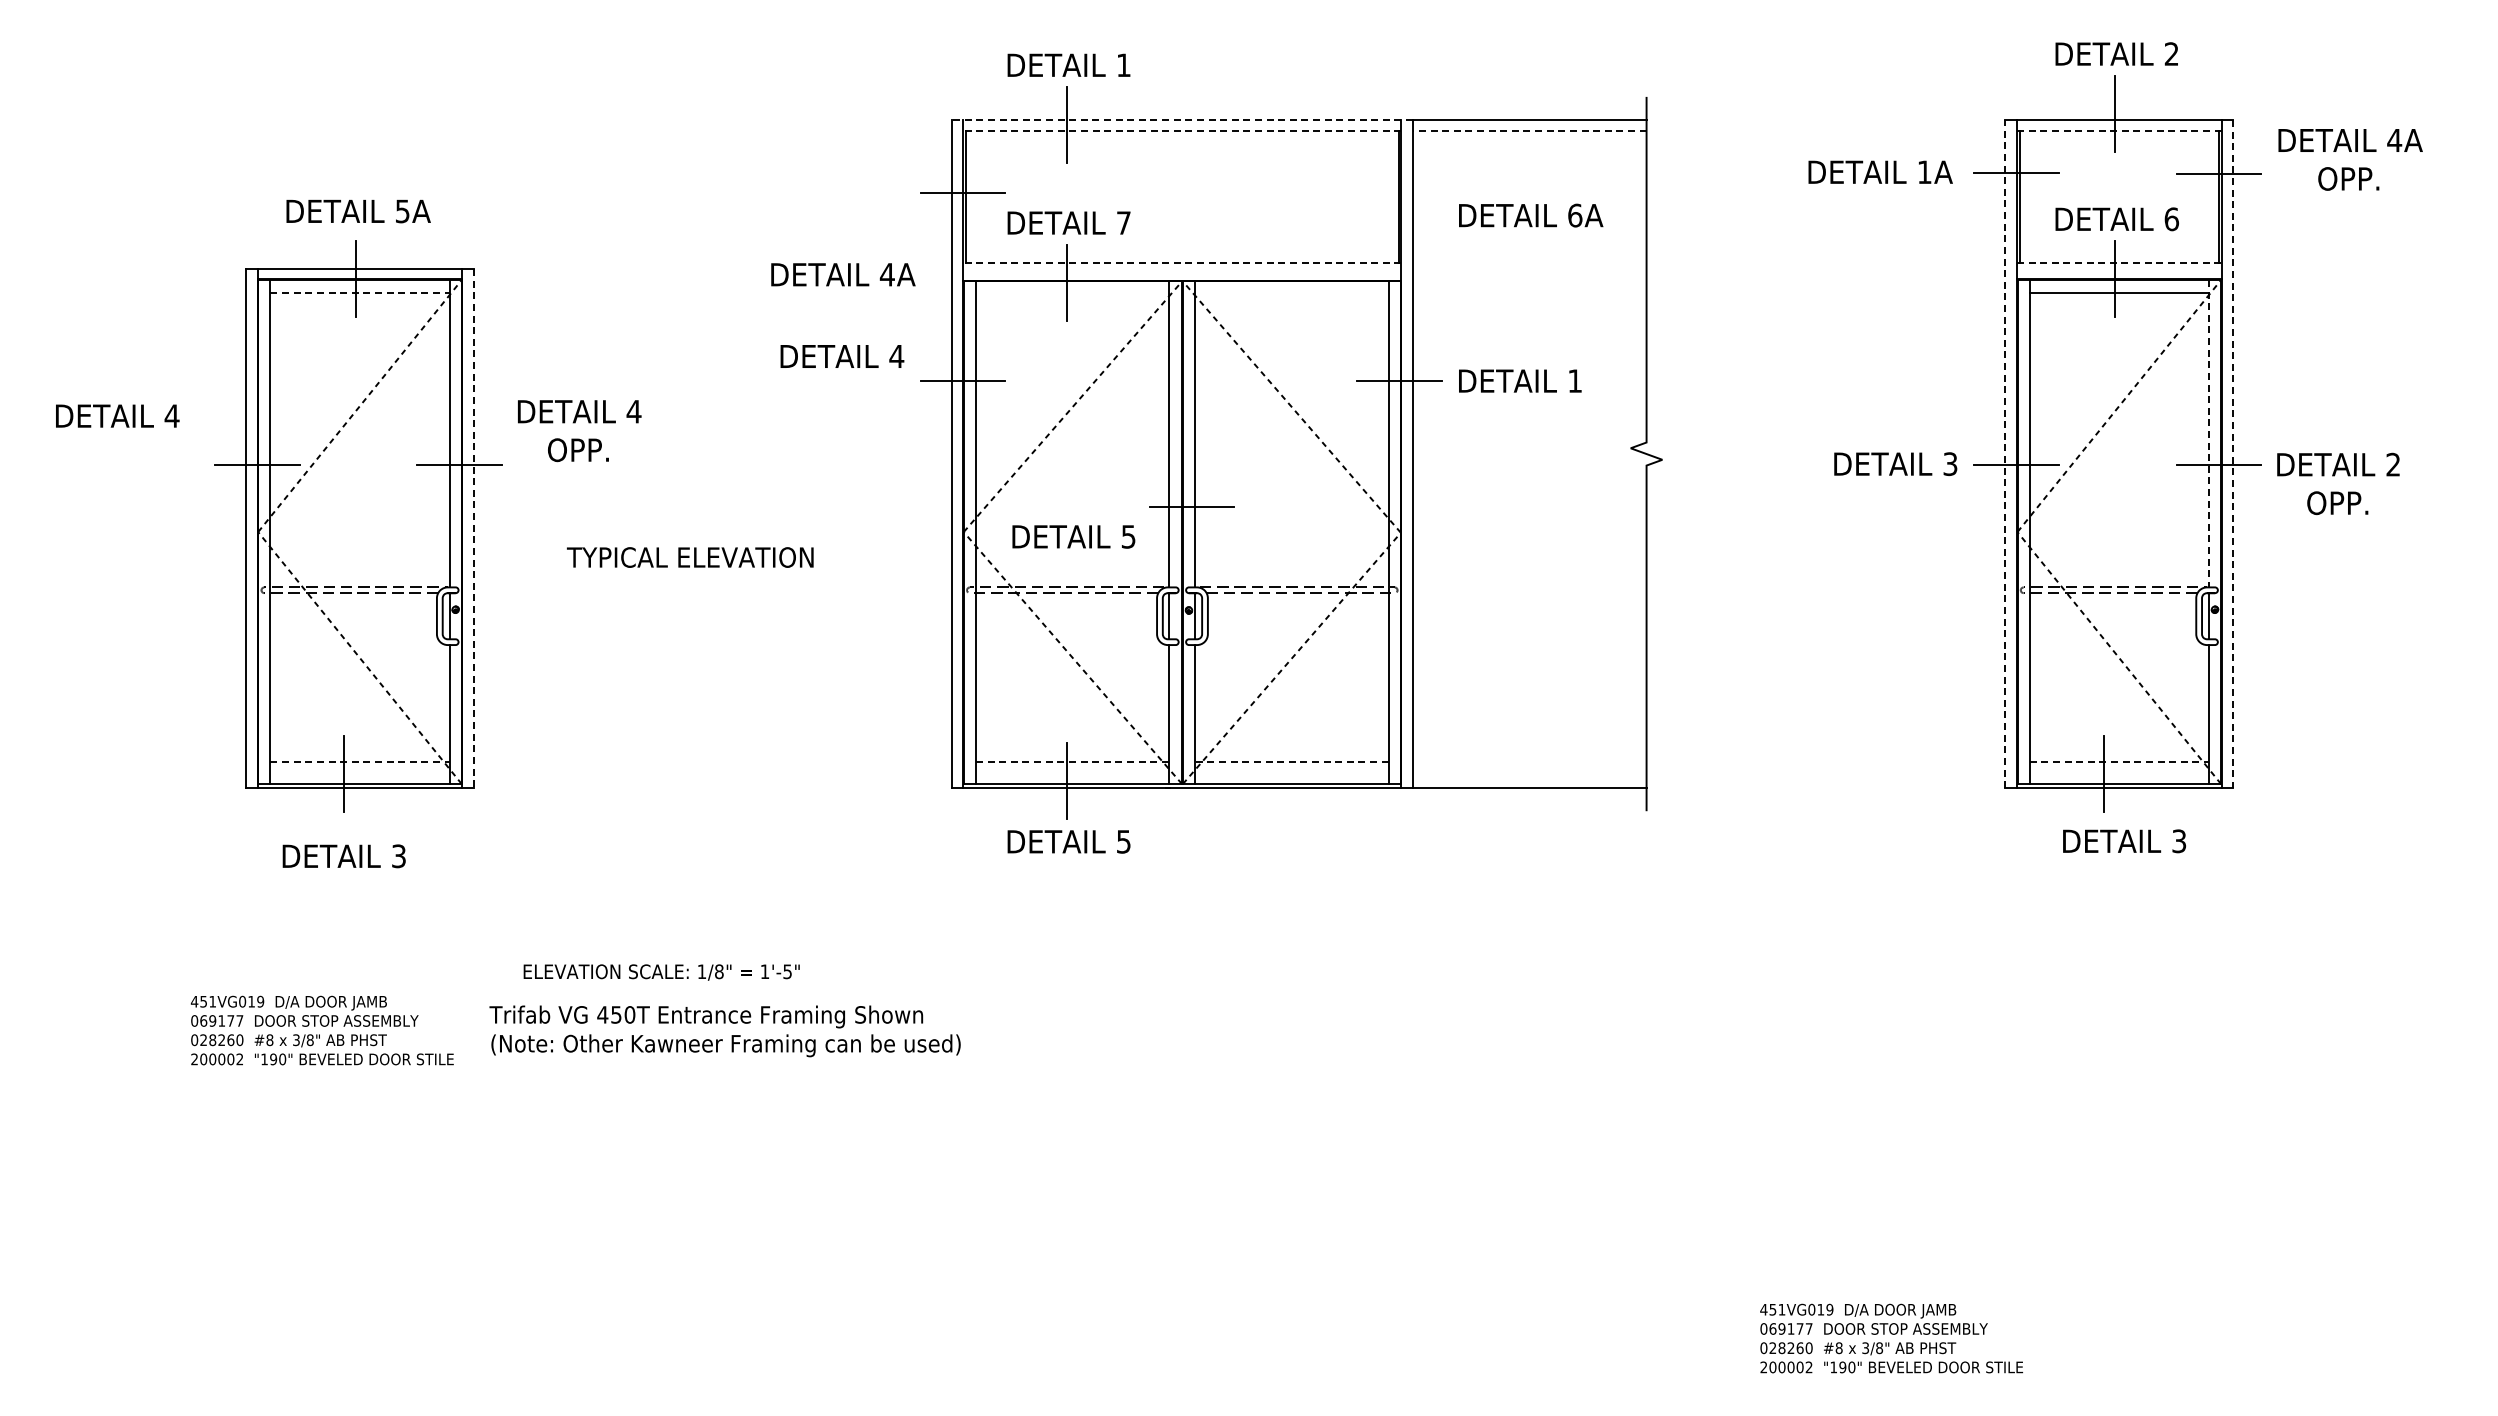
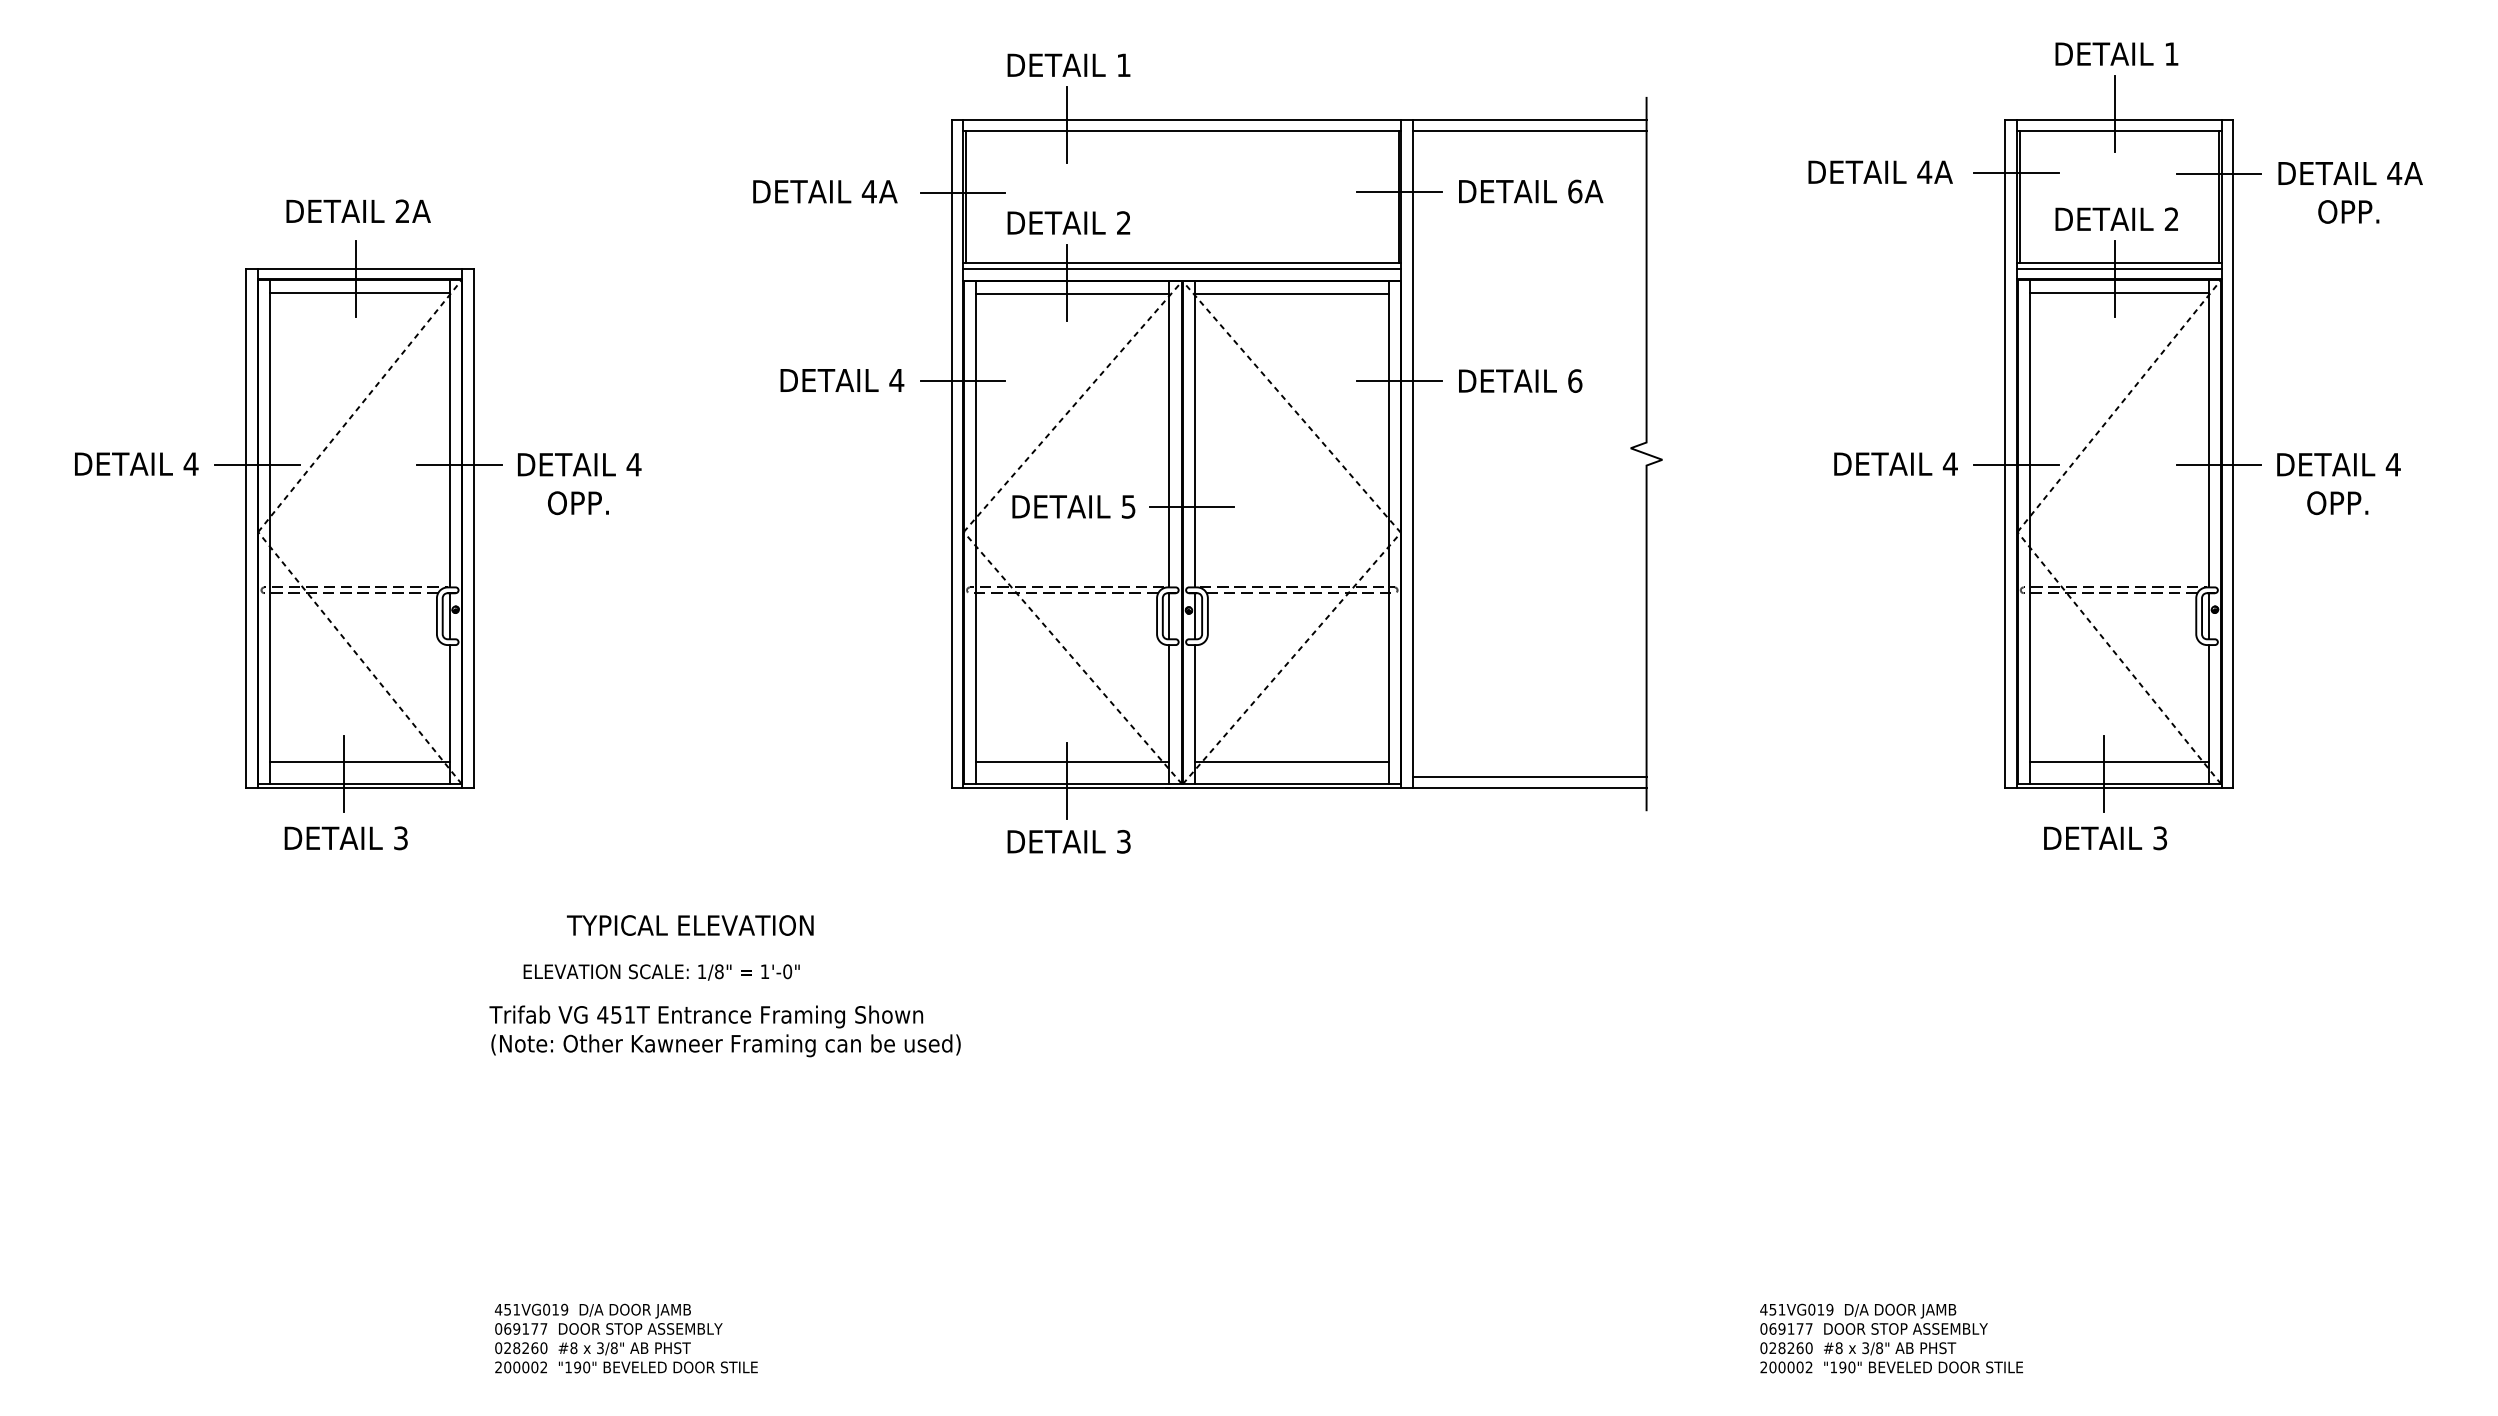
text at (2171, 53): 2 -> 1
line at (1182, 119): dashed -> solid
line at (1181, 131): dashed -> solid
line at (1529, 131): dashed -> solid
line at (2118, 131): dashed -> solid
text at (2350, 159) position: (2350, 159) -> (2350, 192)
text at (1924, 171): 1A -> 4A
line at (1399, 191): none -> present
text at (402, 211): 5A -> 2A
text at (1531, 215) position: (1531, 215) -> (1531, 191)
text at (2171, 219): 6 -> 2
text at (1123, 222): 7 -> 2
line at (1181, 262): dashed -> solid
line at (2119, 262): dashed -> solid
line at (1182, 269): none -> present
line at (2118, 269): none -> present
text at (843, 274) position: (843, 274) -> (825, 191)
line at (360, 292): dashed -> solid
line at (1072, 294): none -> present
line at (1291, 294): none -> present
text at (842, 356) position: (842, 356) -> (842, 380)
text at (1575, 380): 1 -> 6
text at (117, 415) position: (117, 415) -> (136, 463)
text at (579, 431) position: (579, 431) -> (579, 484)
line at (2208, 433): dashed -> solid
line at (2005, 453): dashed -> solid
line at (2233, 454): dashed -> solid
text at (1949, 464): 3 -> 4
text at (2392, 464): 2 -> 4
line at (473, 529): dashed -> solid
text at (1073, 536) position: (1073, 536) -> (1073, 506)
text at (690, 557) position: (690, 557) -> (690, 925)
line at (360, 761): dashed -> solid
line at (1072, 761): dashed -> solid
line at (1291, 761): dashed -> solid
line at (2119, 761): dashed -> solid
line at (1529, 776): none -> present
text at (1123, 840): 5 -> 3
text at (2124, 841) position: (2124, 841) -> (2105, 838)
text at (343, 856) position: (343, 856) -> (345, 838)
text at (787, 971): 1'-5" -> 1'-0"
text at (629, 1014): 450T -> 451T
text at (322, 1030) position: (322, 1030) -> (626, 1338)
